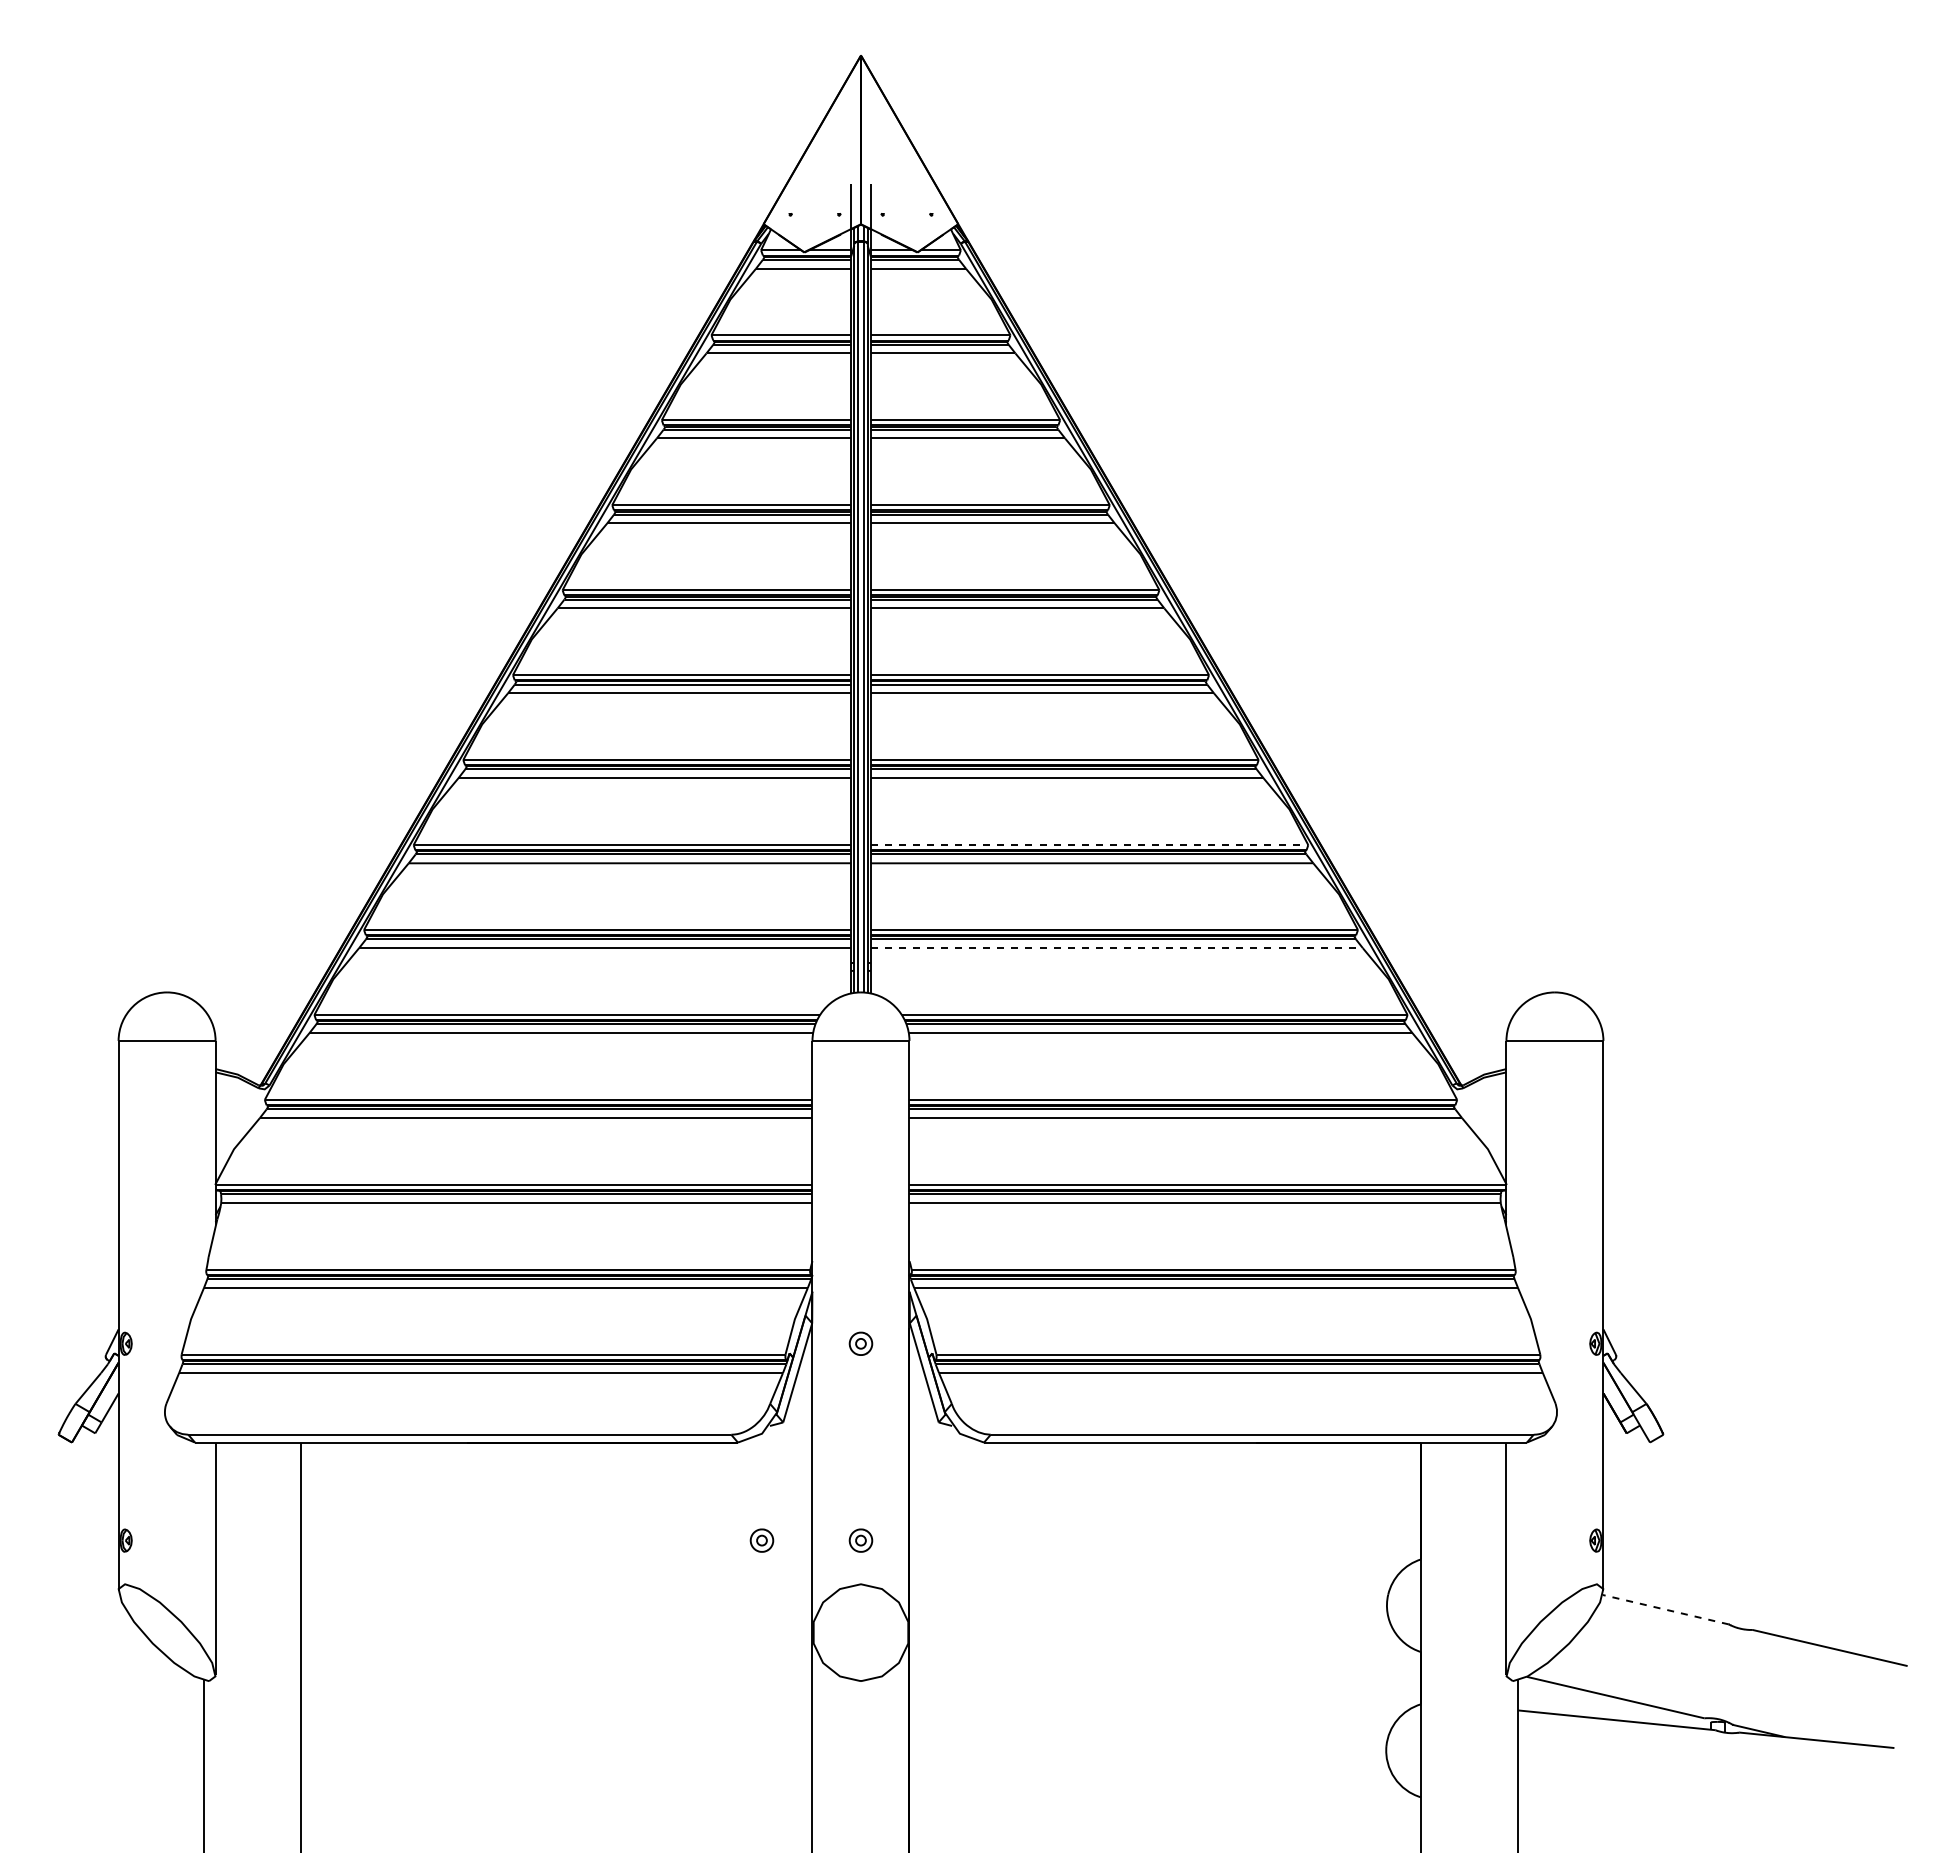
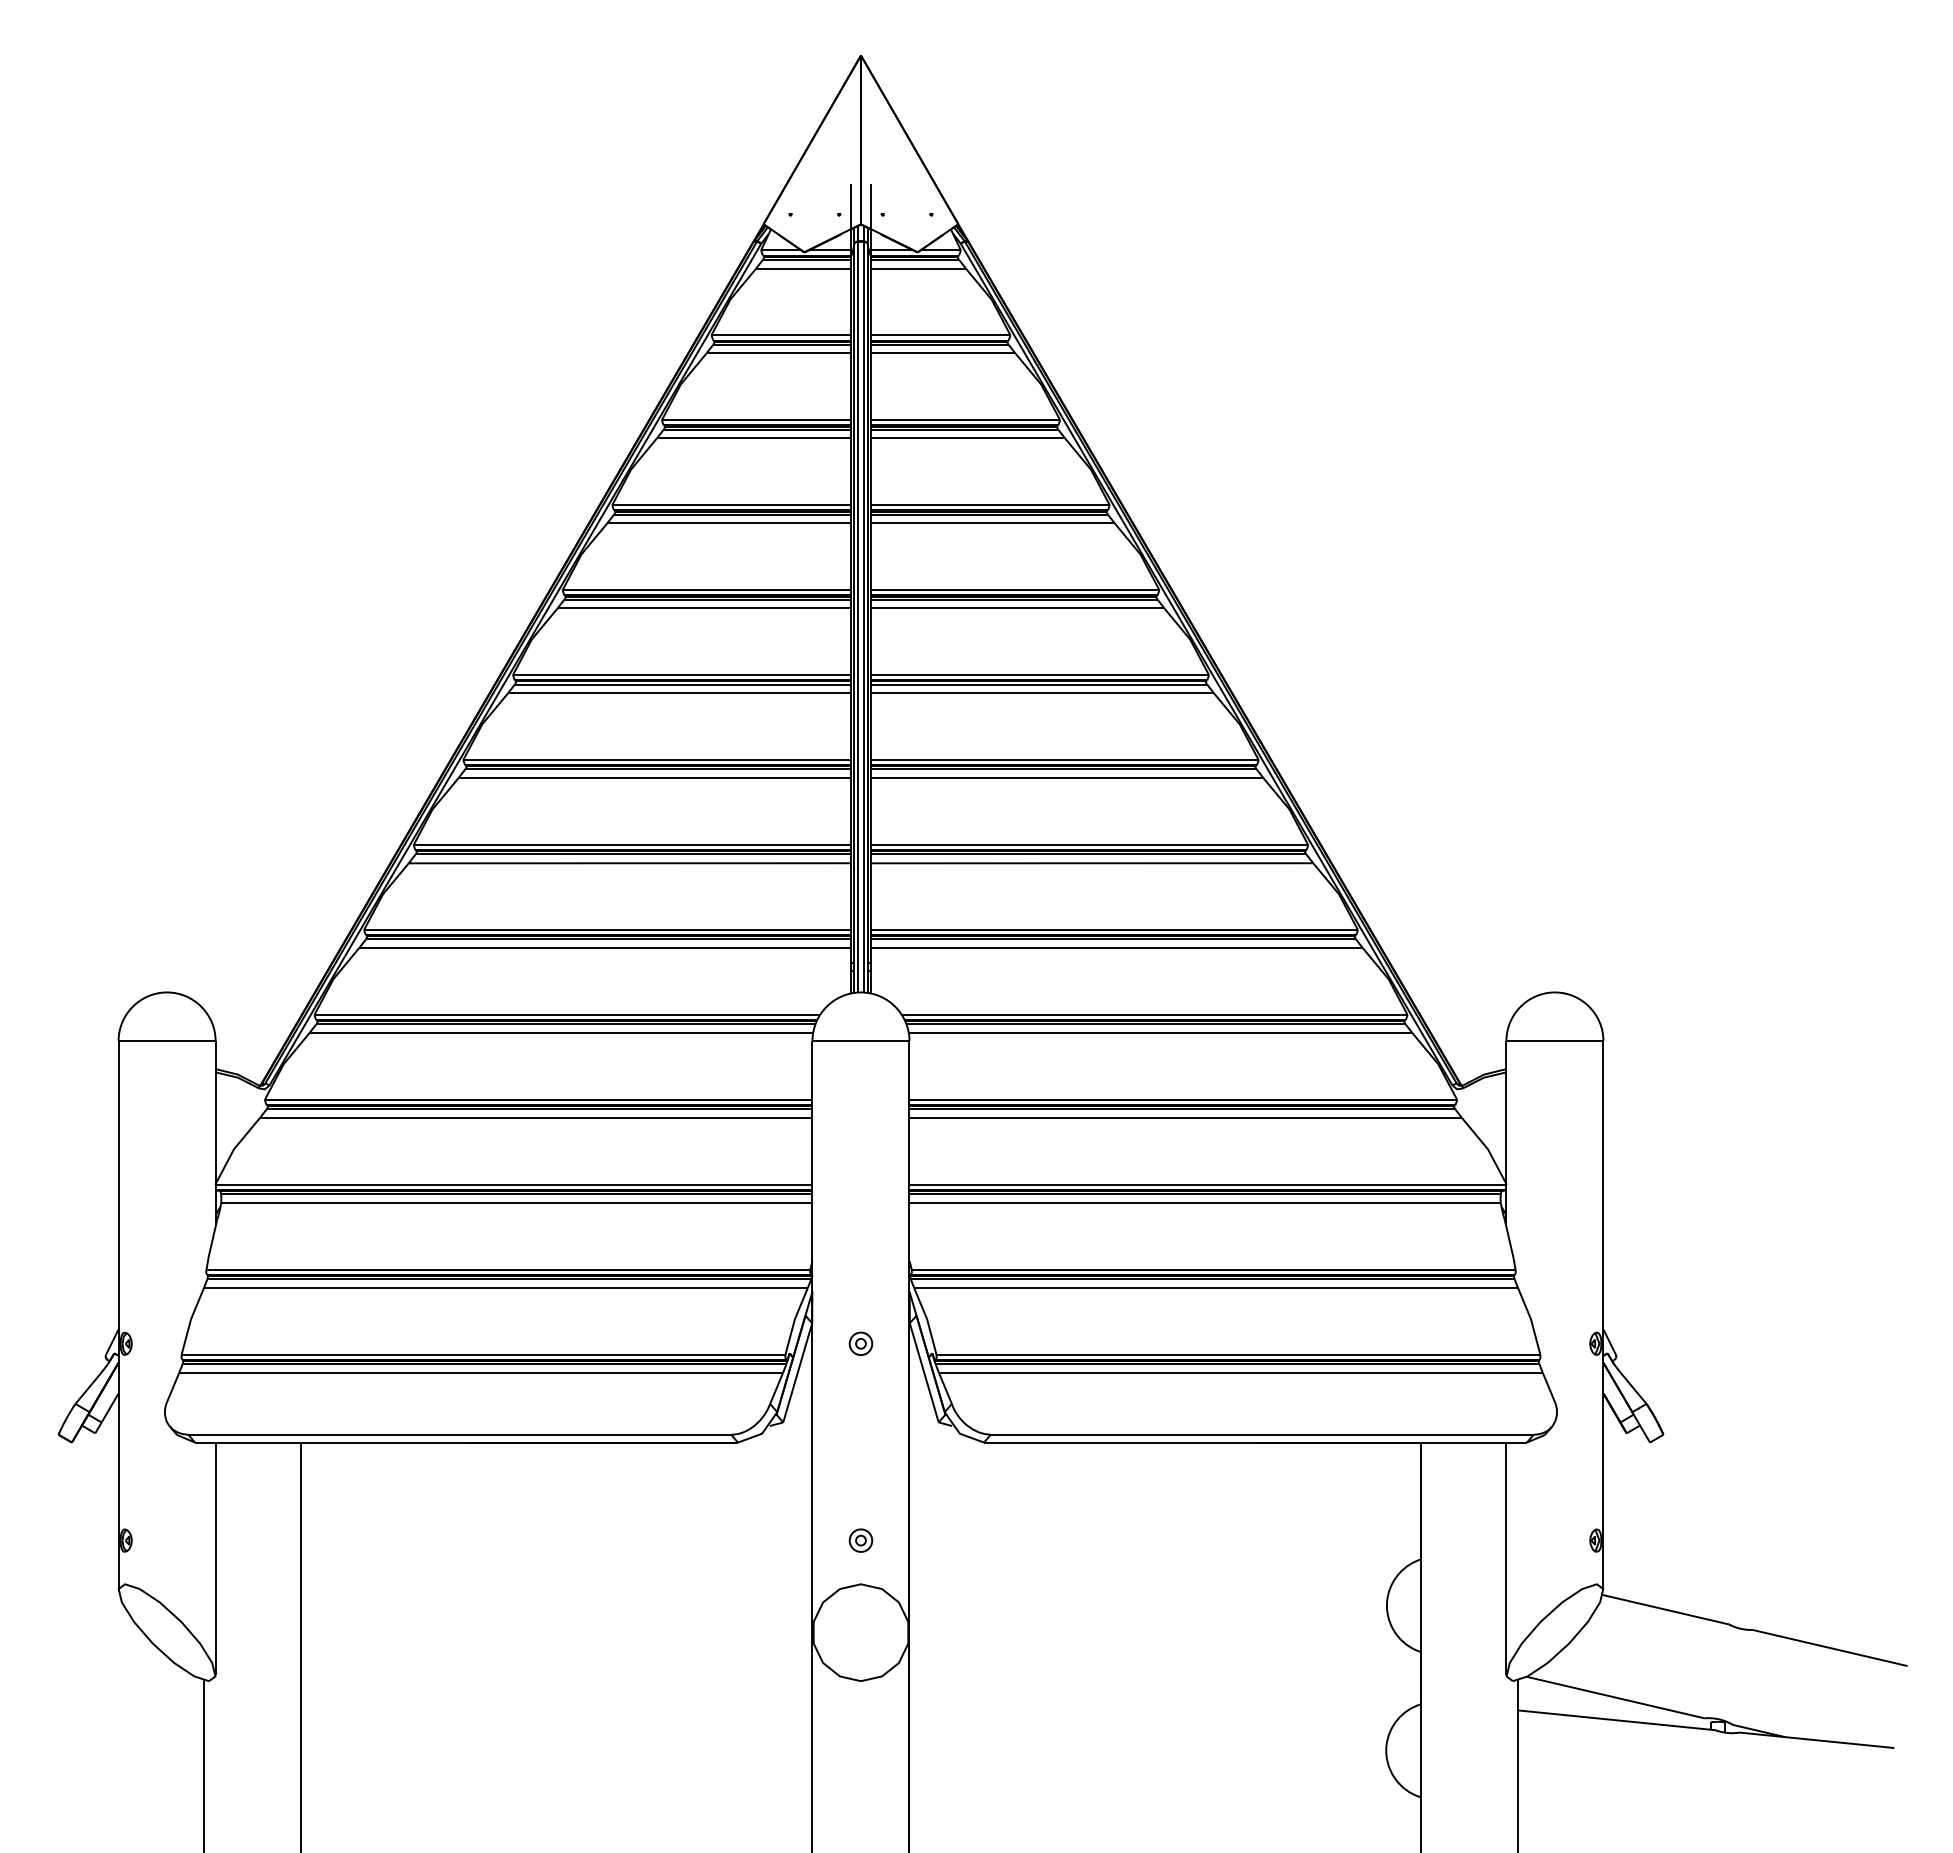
line at (1089, 845): dashed -> solid
line at (1117, 948): dashed -> solid
part at (761, 1540): present -> none
line at (1665, 1609): dashed -> solid
